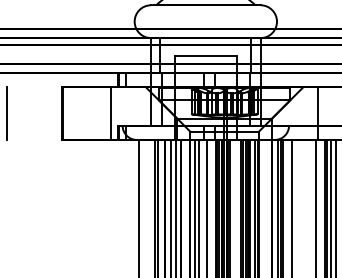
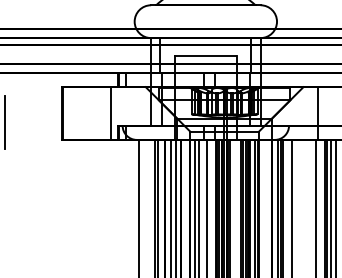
line at (6, 113) position: (6, 113) -> (4, 122)
